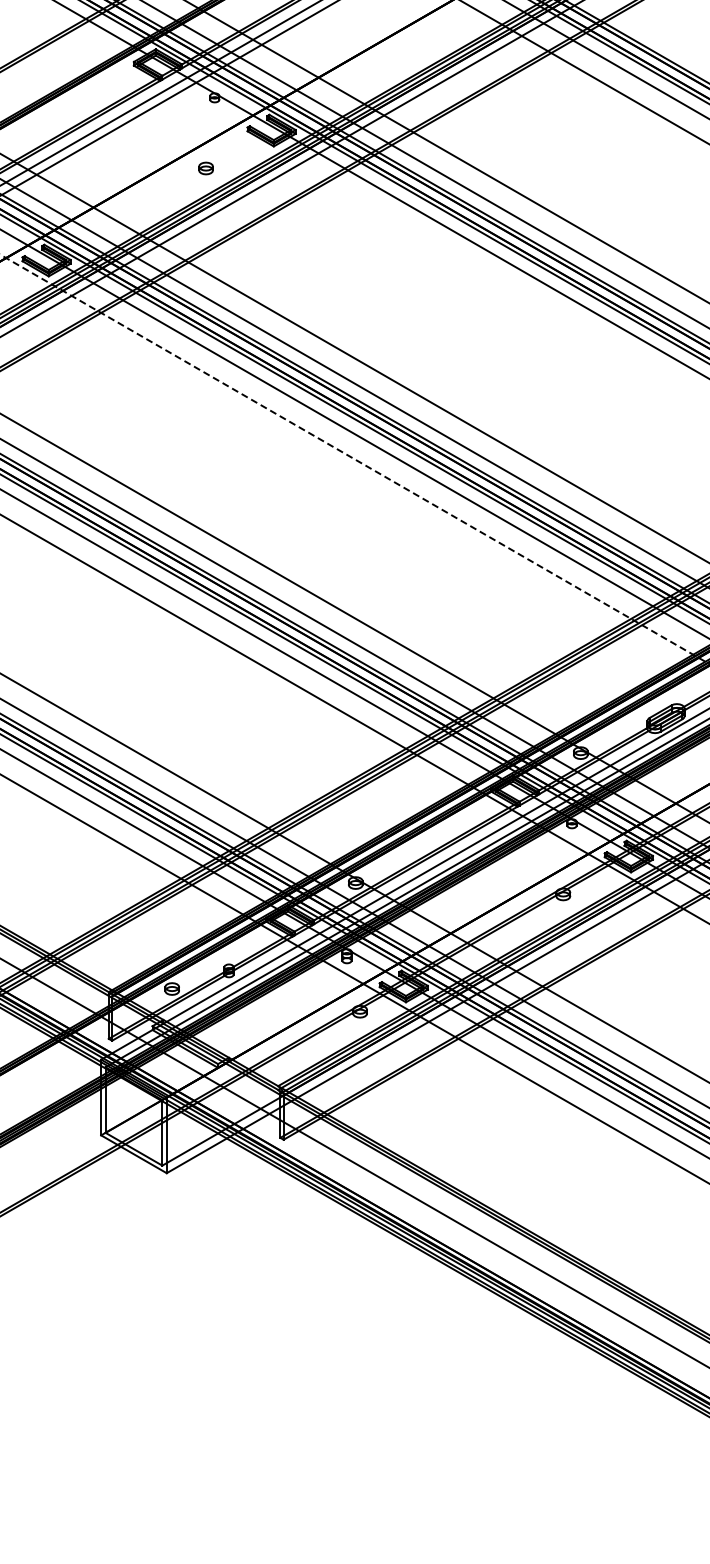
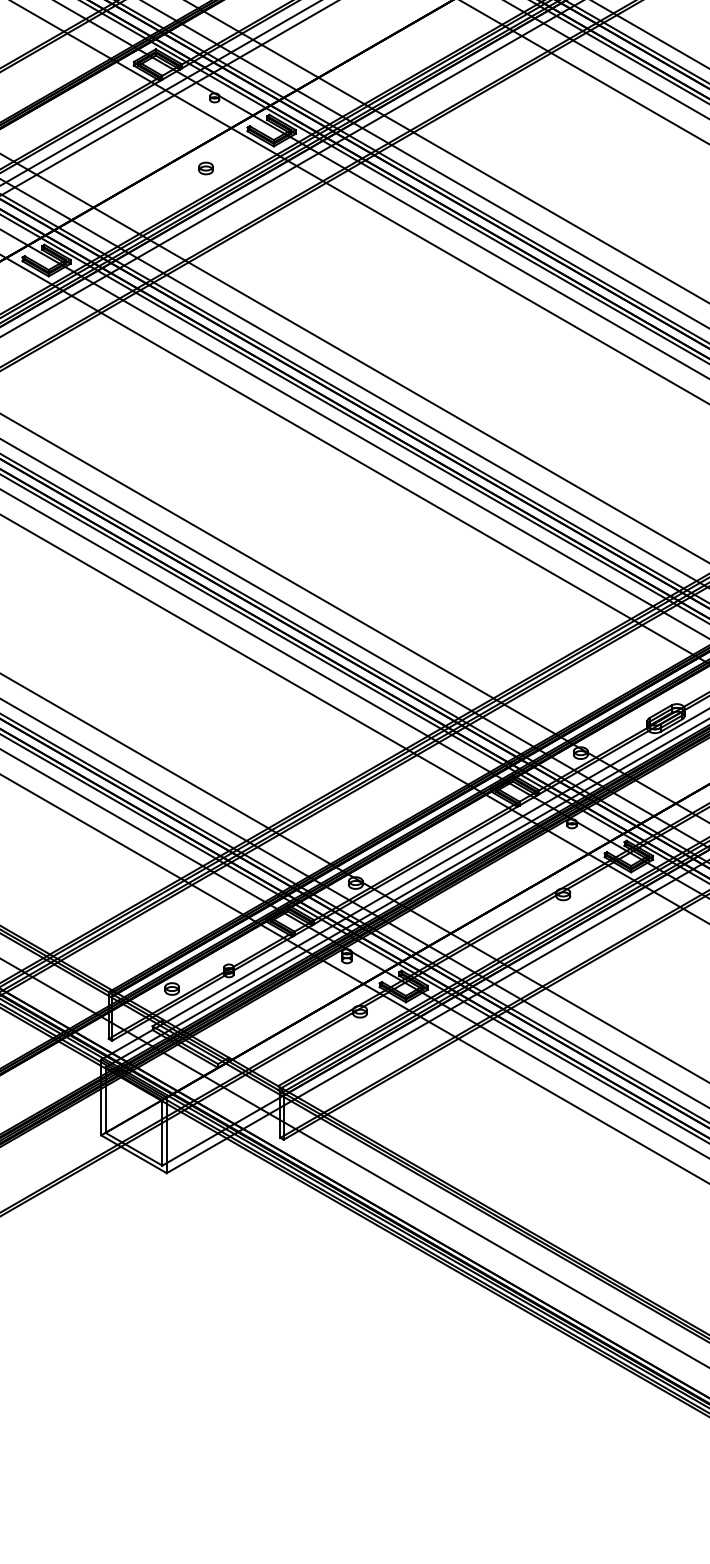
line at (650, 34): none -> present
line at (359, 202): none -> present
line at (355, 459): dashed -> solid
